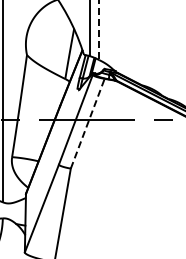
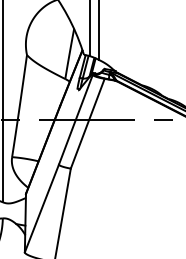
line at (99, 30): dashed -> solid
line at (87, 123): dashed -> solid
